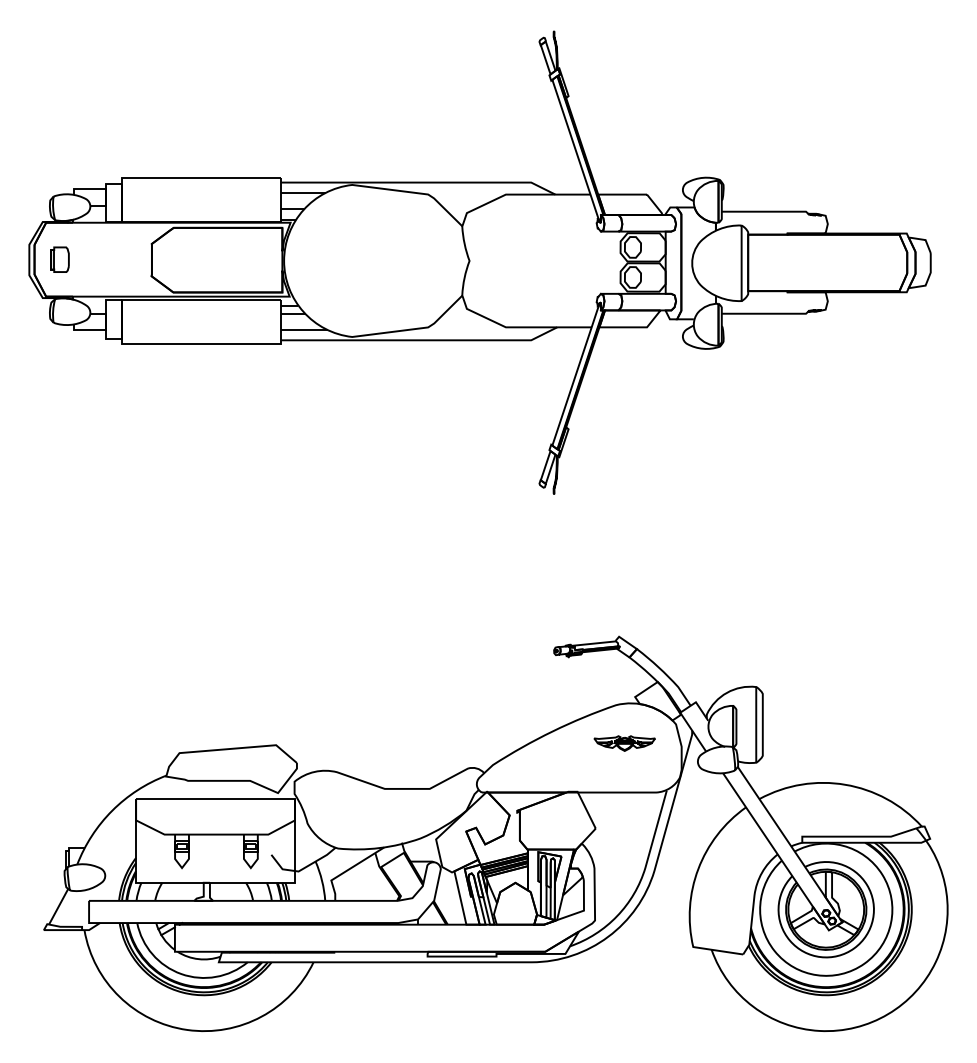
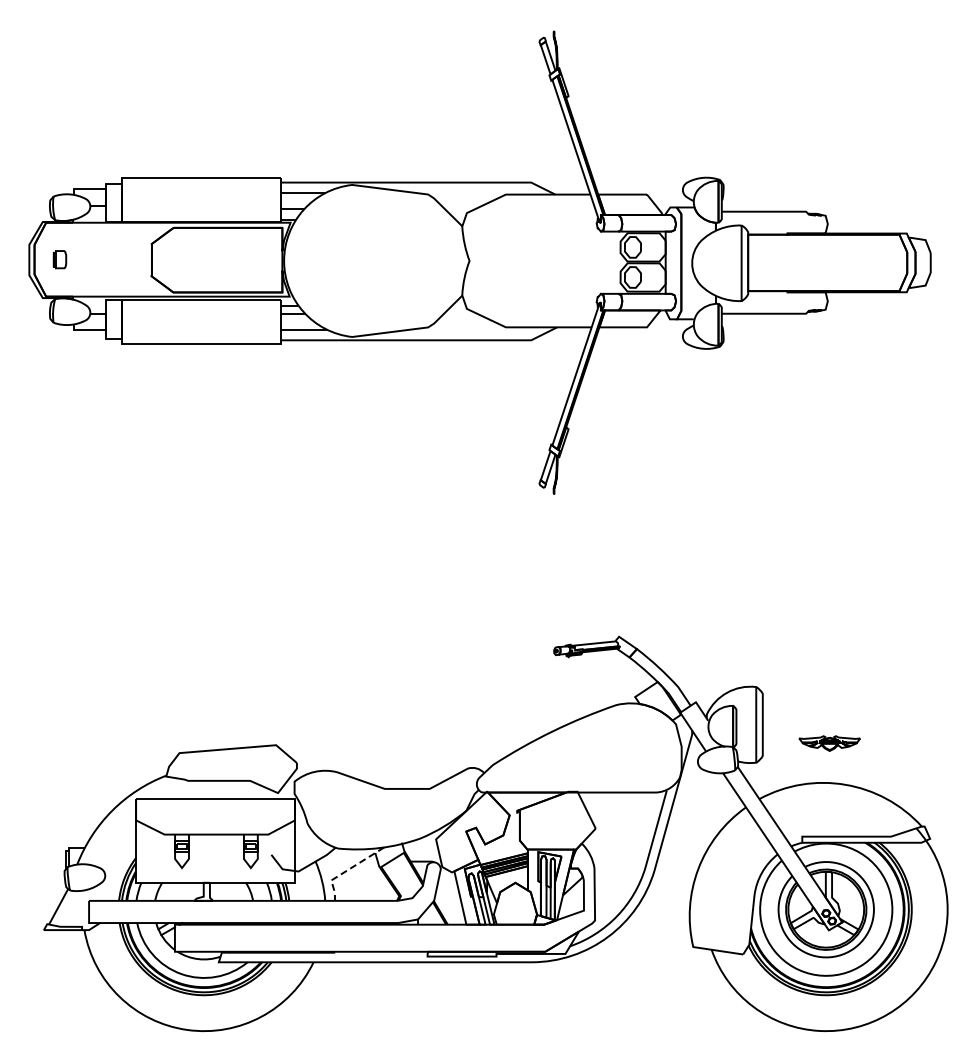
part at (59, 259) size: 20x27 px -> 16x20 px
part at (624, 743) position: (624, 743) -> (829, 743)
line at (347, 870): solid -> dashed
